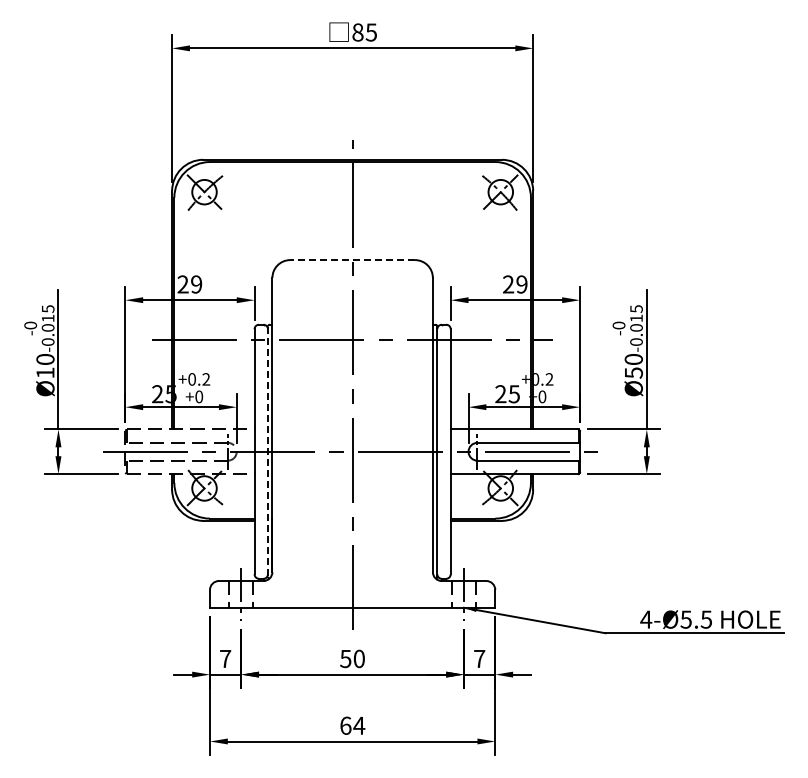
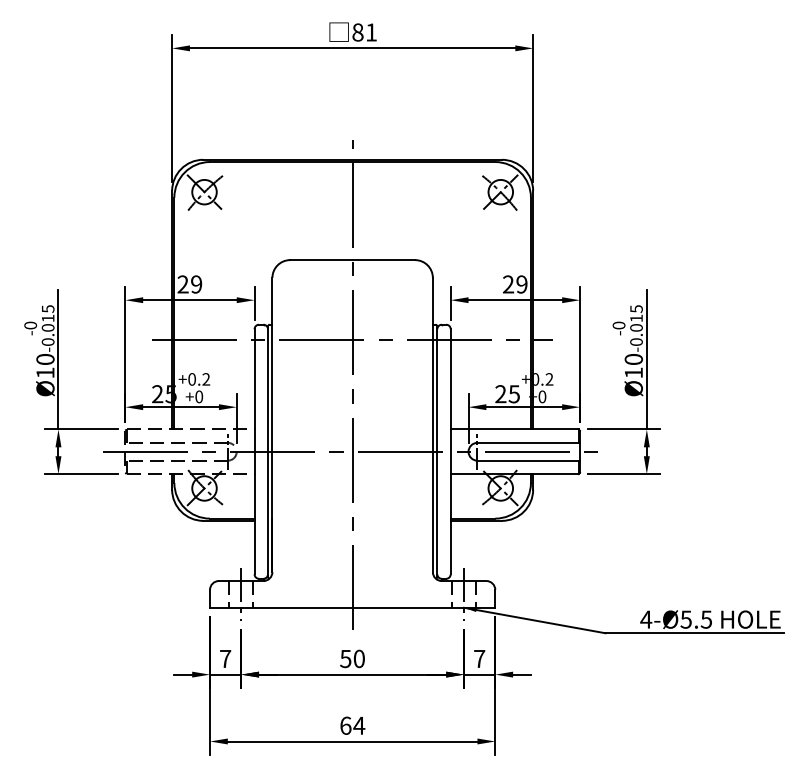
text at (370, 32): 85 -> 81
line at (352, 260): dashed -> solid
text at (633, 372): Ø50 -> Ø10
line at (267, 452): dashed -> solid
